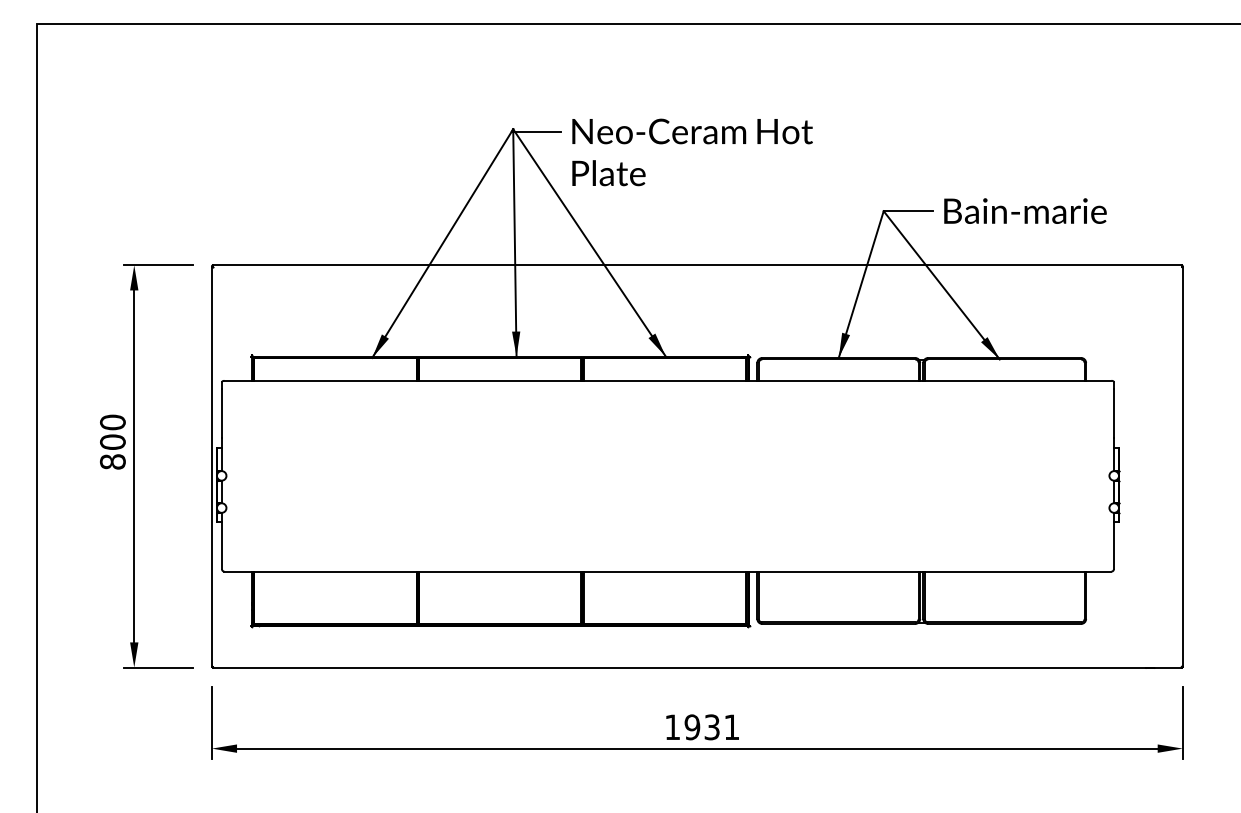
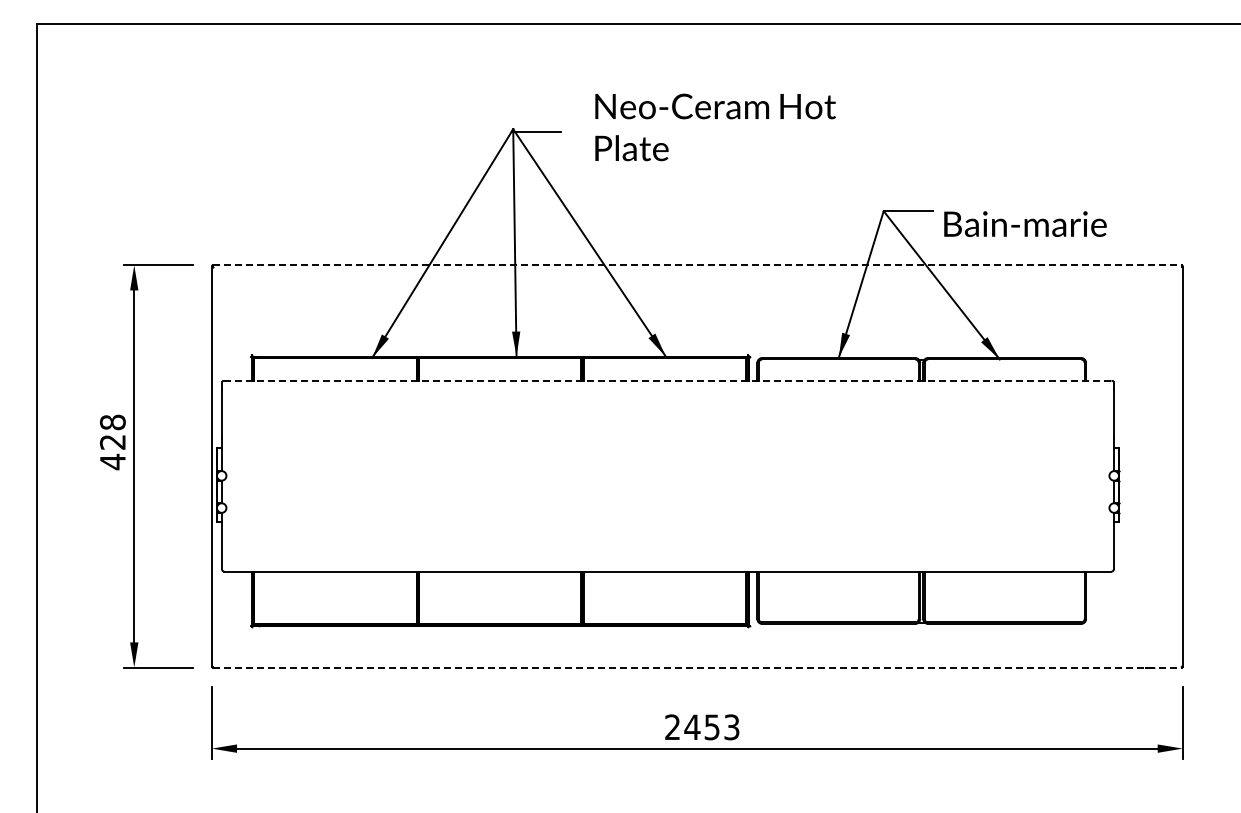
text at (692, 152) position: (692, 152) -> (715, 127)
text at (1025, 210) position: (1025, 210) -> (1025, 223)
line at (697, 265): solid -> dashed
line at (668, 380): solid -> dashed
text at (112, 442): 800 -> 428
line at (697, 667): solid -> dashed
text at (702, 727): 1931 -> 2453
